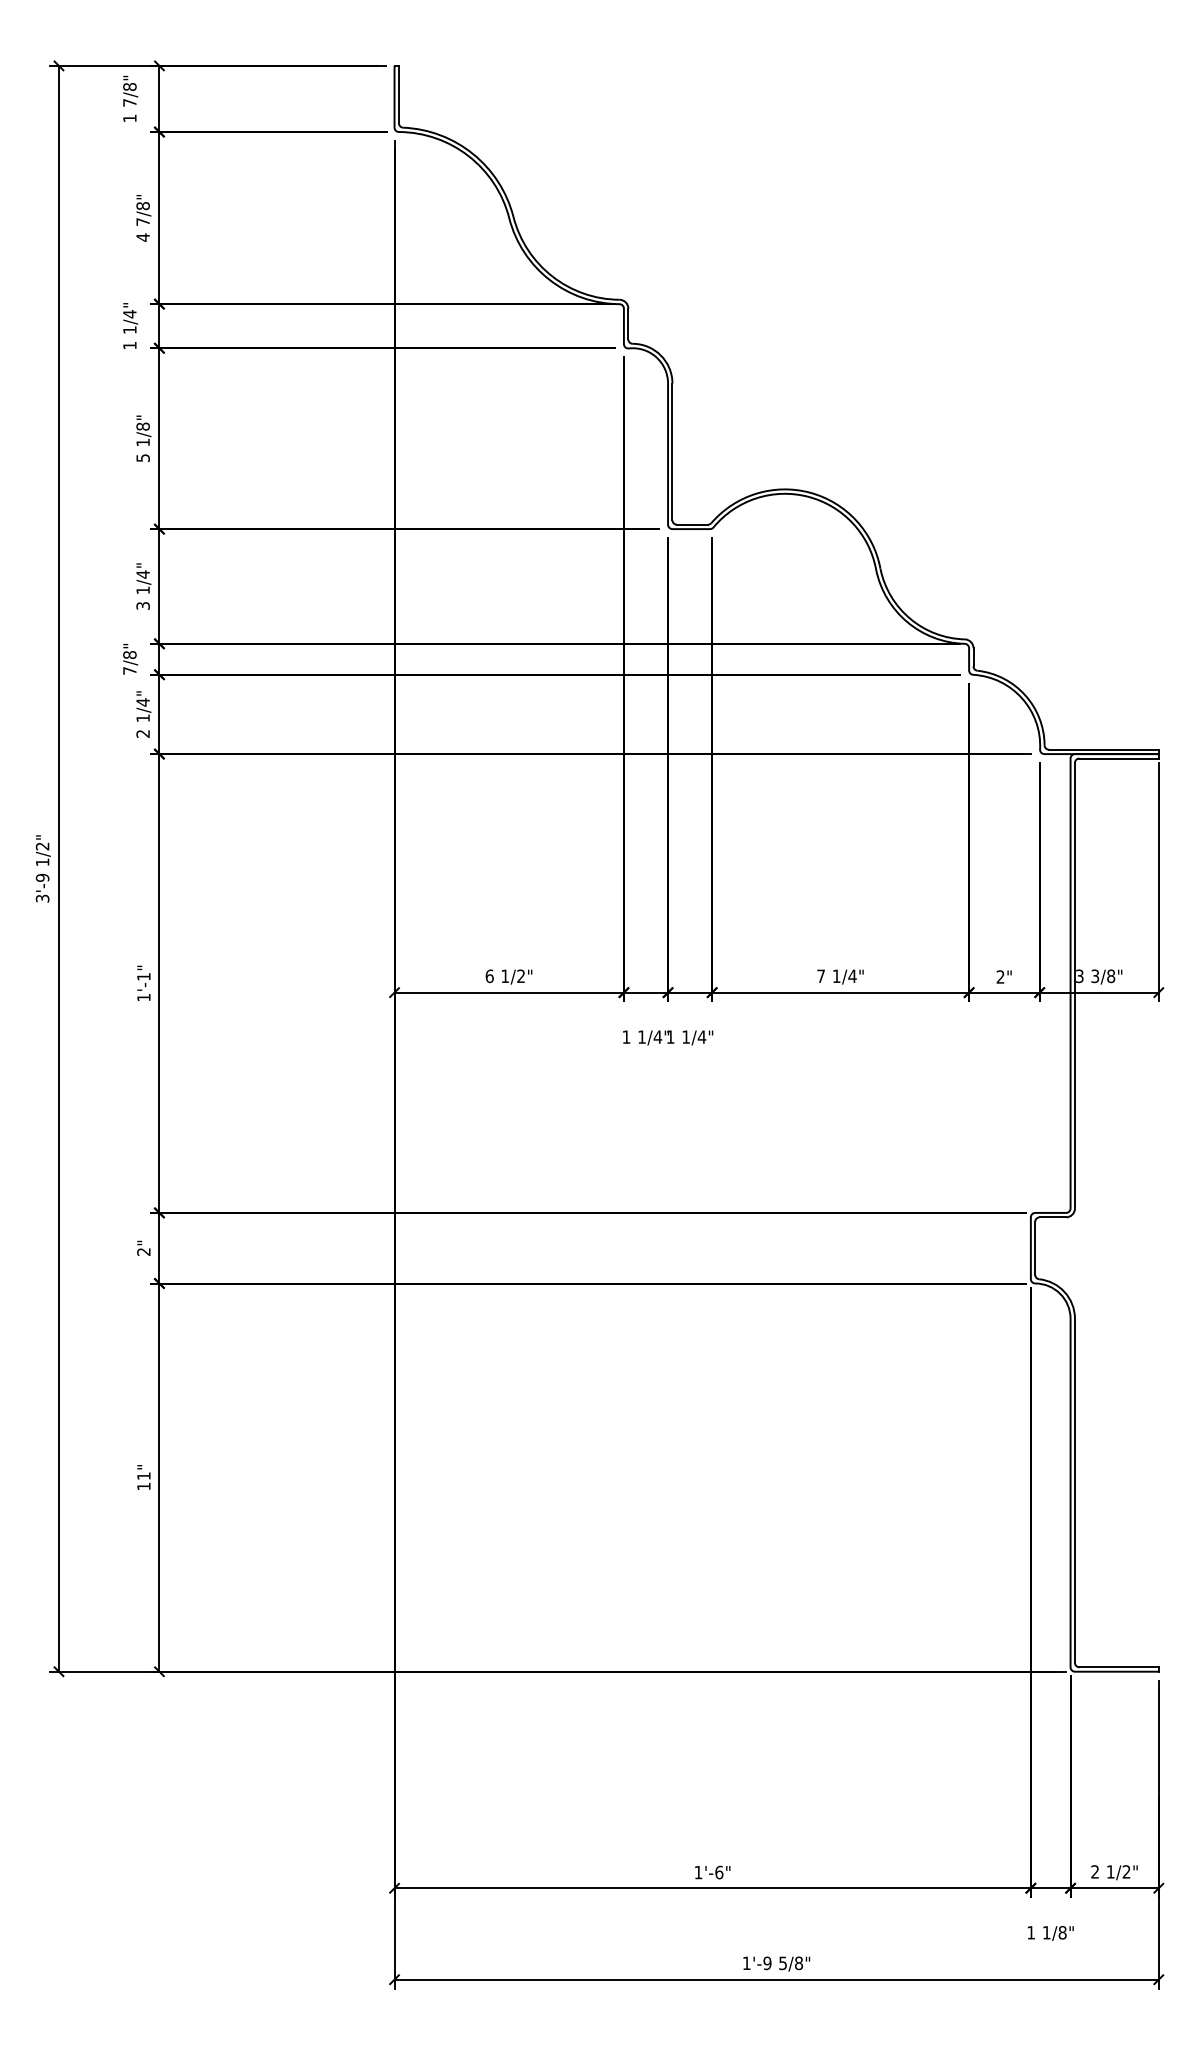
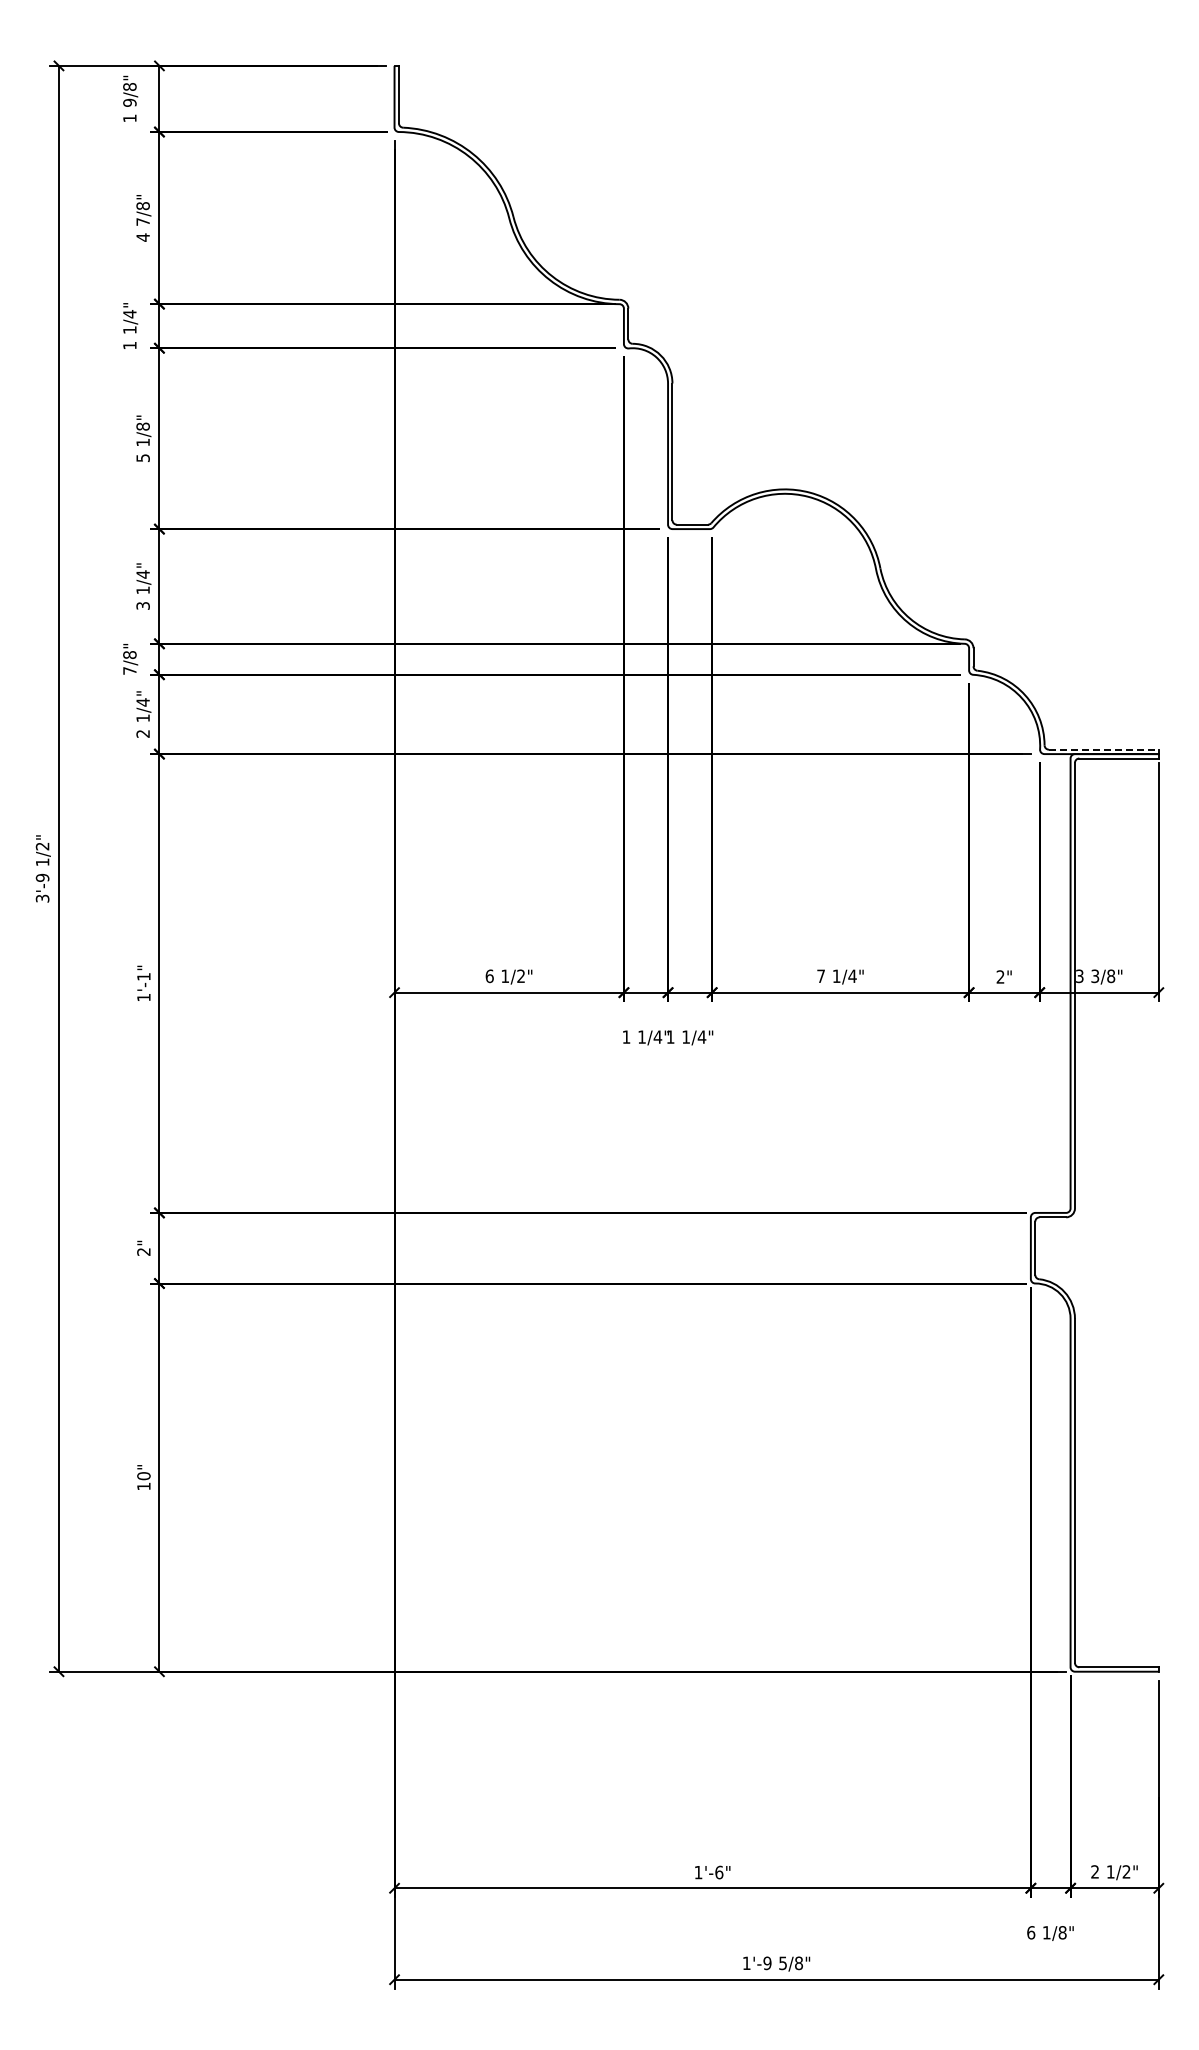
text at (129, 102): 7/8" -> 9/8"
line at (1103, 749): solid -> dashed
text at (143, 1476): 11" -> 10"
text at (1031, 1932): 1 -> 6
